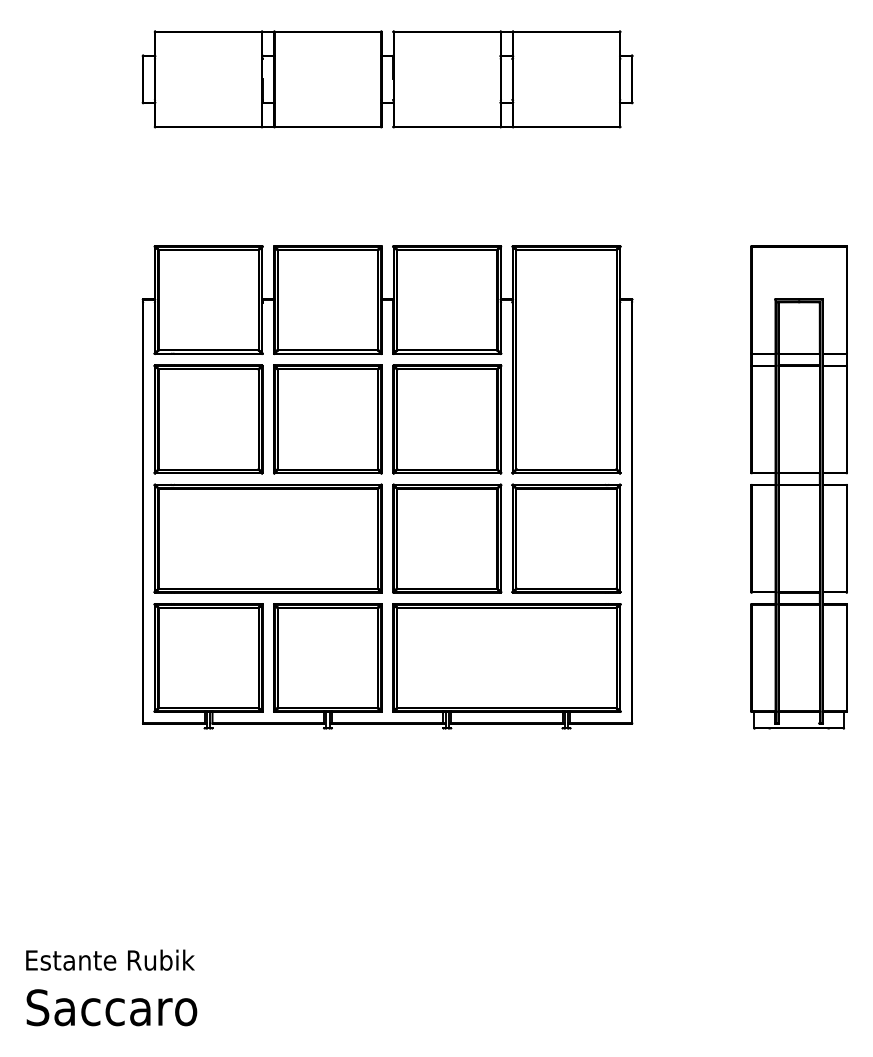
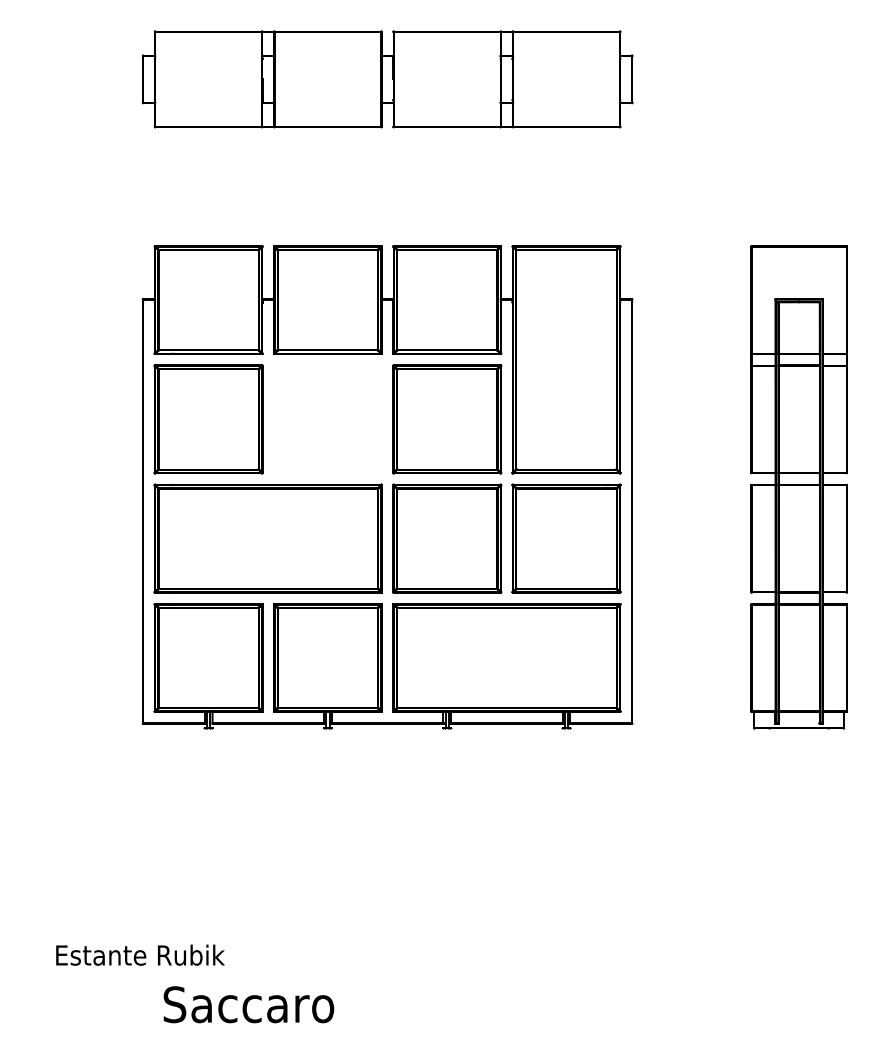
part at (327, 419): present -> none
text at (110, 959) position: (110, 959) -> (140, 954)
text at (111, 1007) position: (111, 1007) -> (248, 1004)
